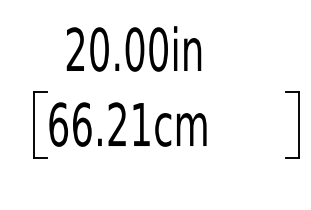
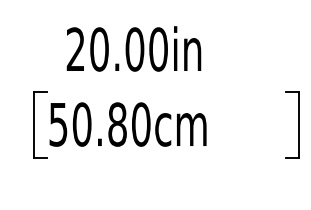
text at (99, 124): 66.21cm -> 50.80cm
